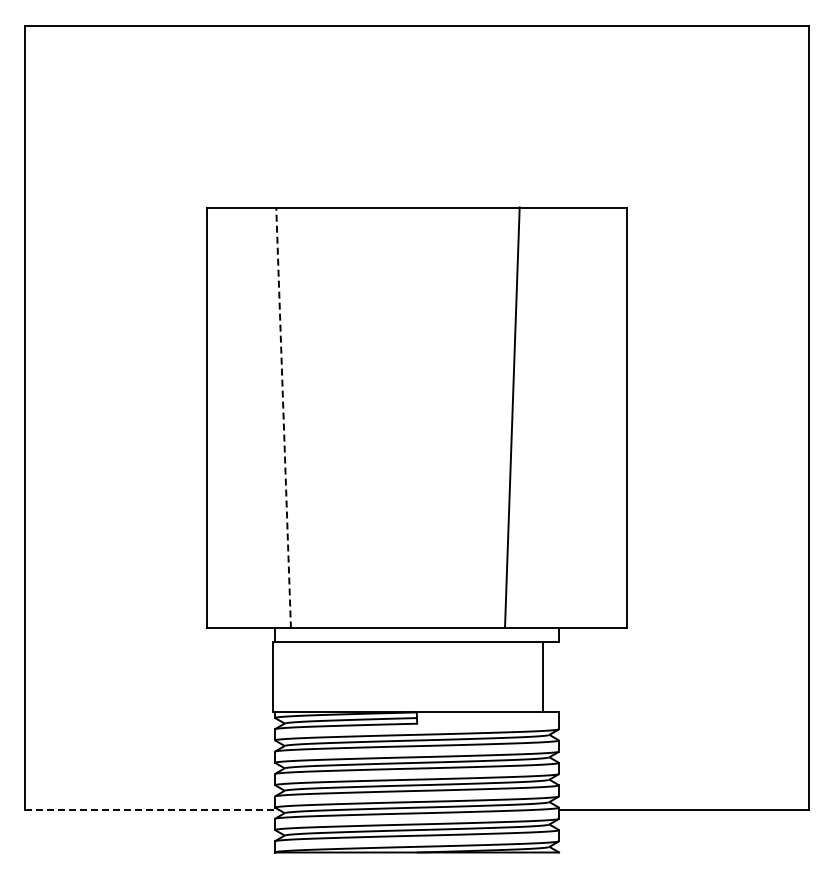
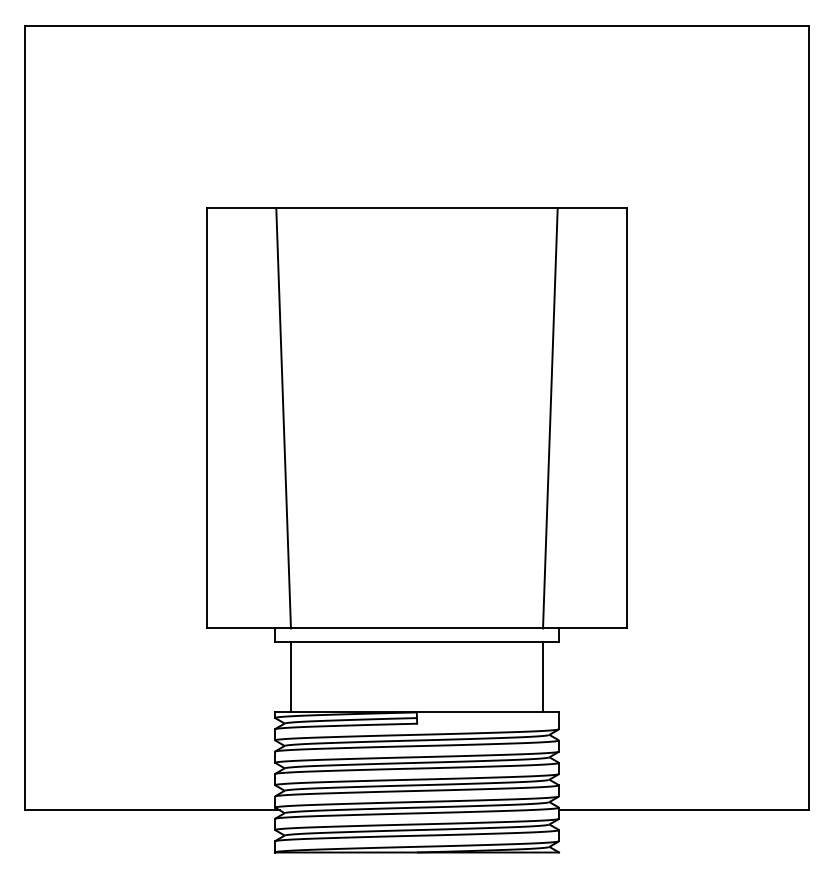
line at (283, 417): dashed -> solid
line at (512, 417) position: (512, 417) -> (550, 418)
line at (272, 677) position: (272, 677) -> (290, 677)
line at (152, 810): dashed -> solid
